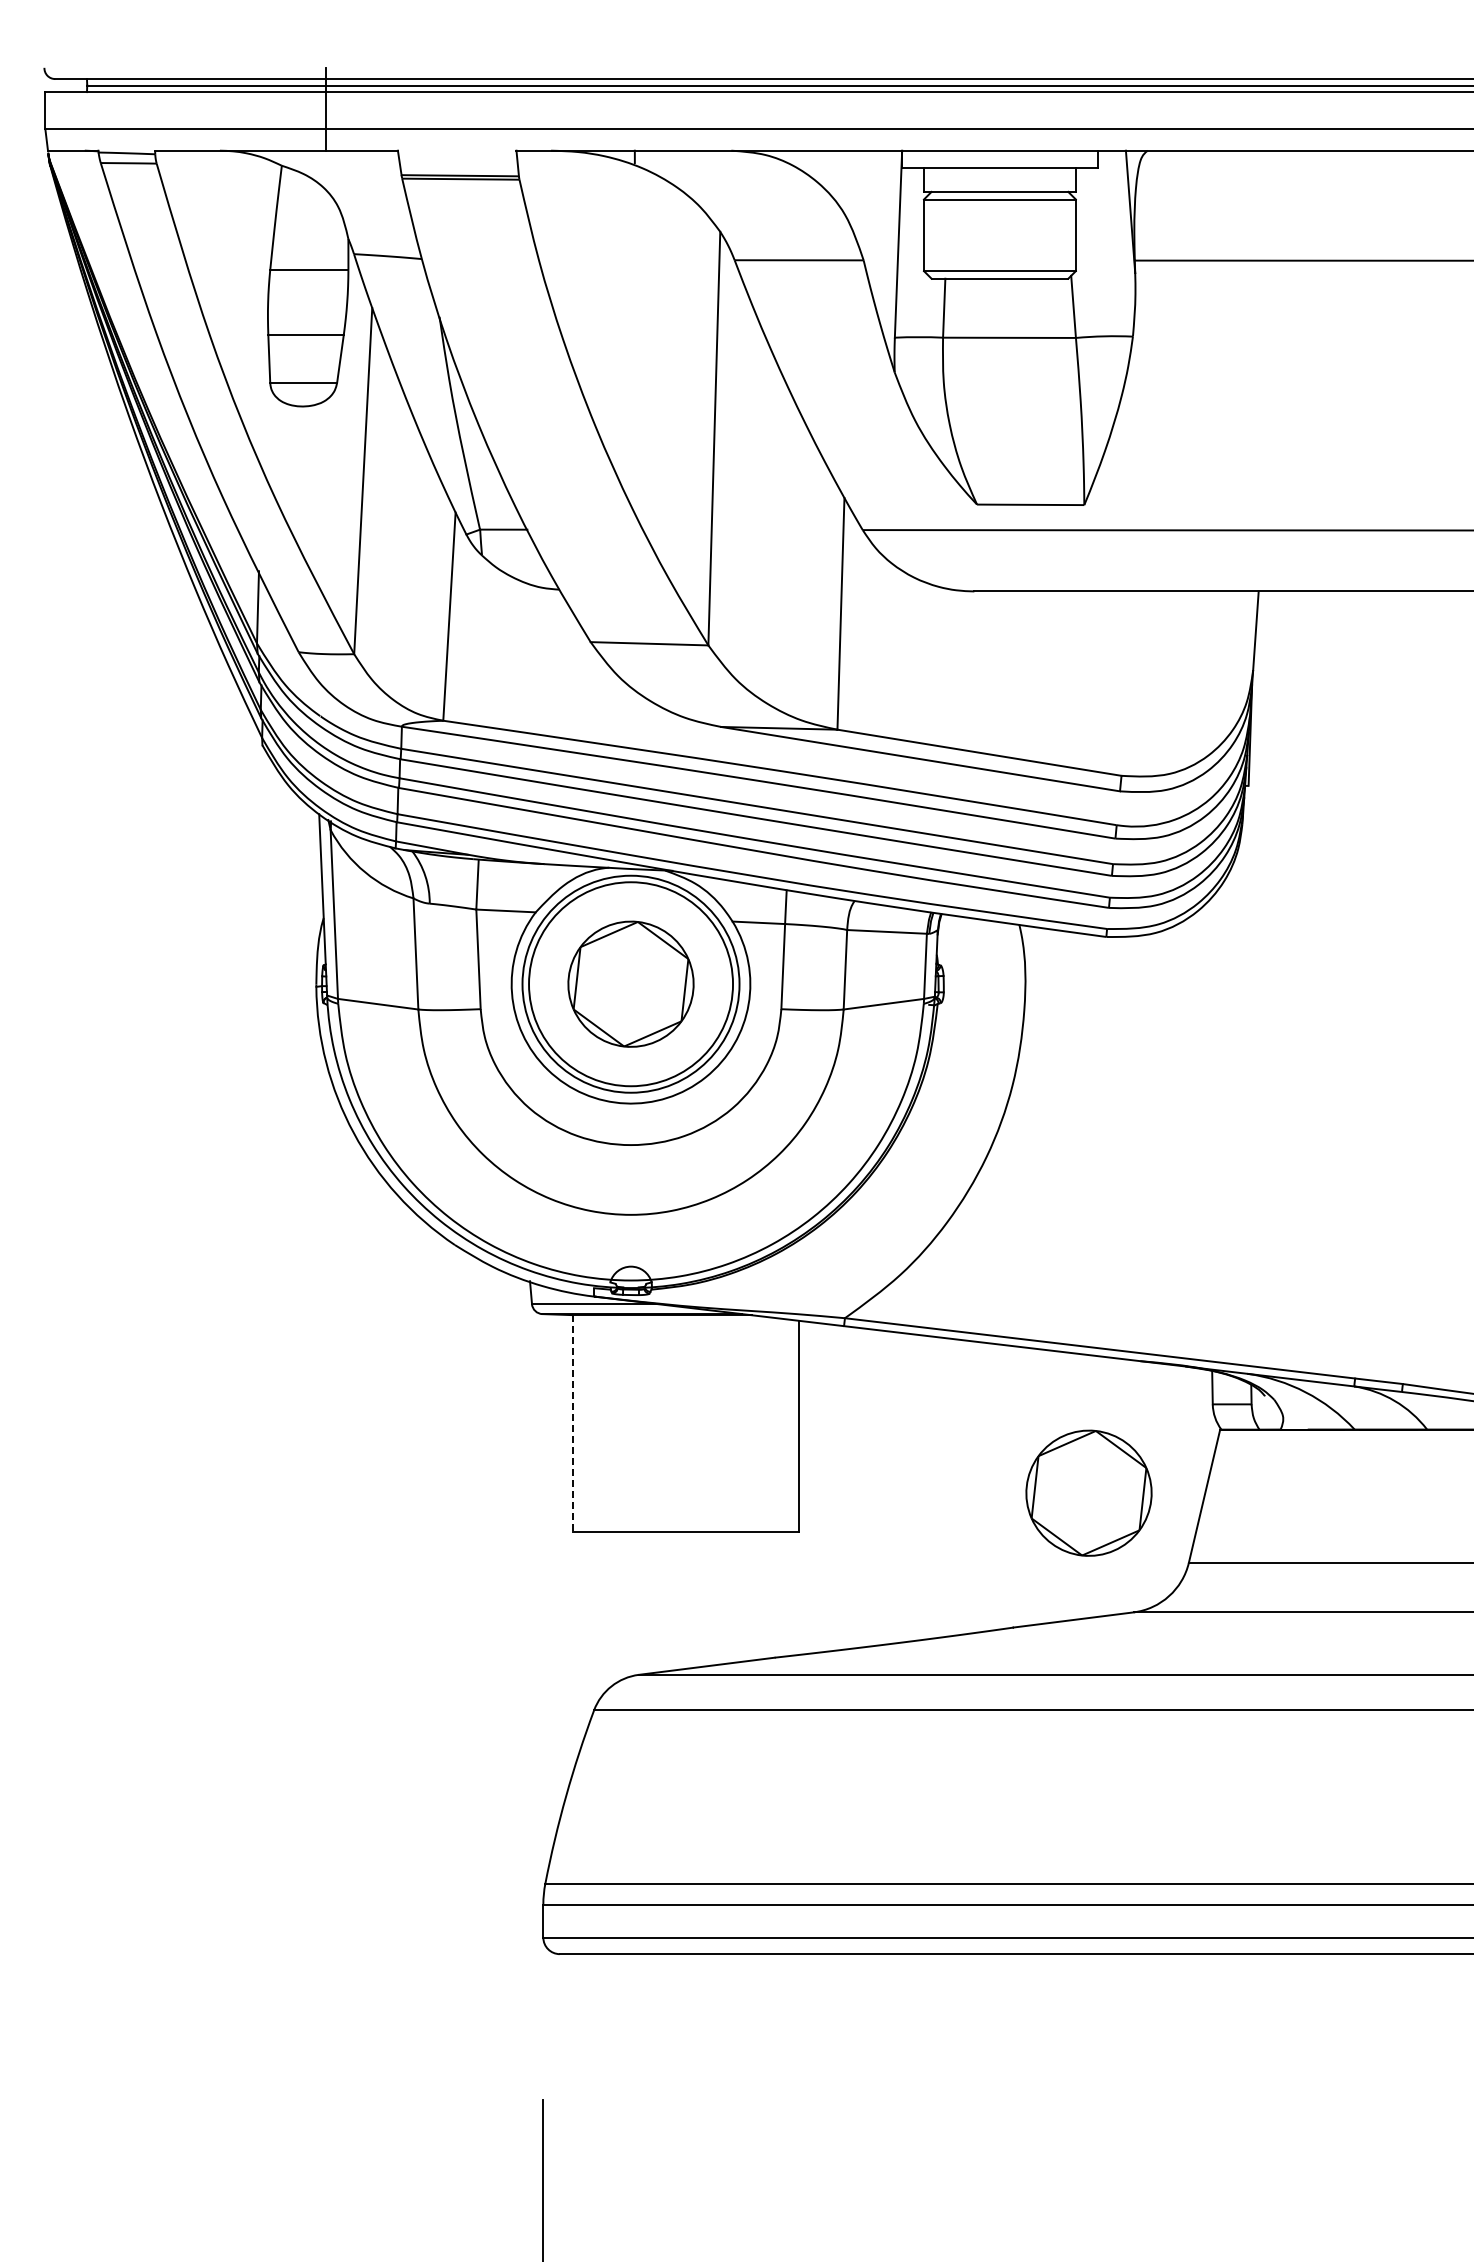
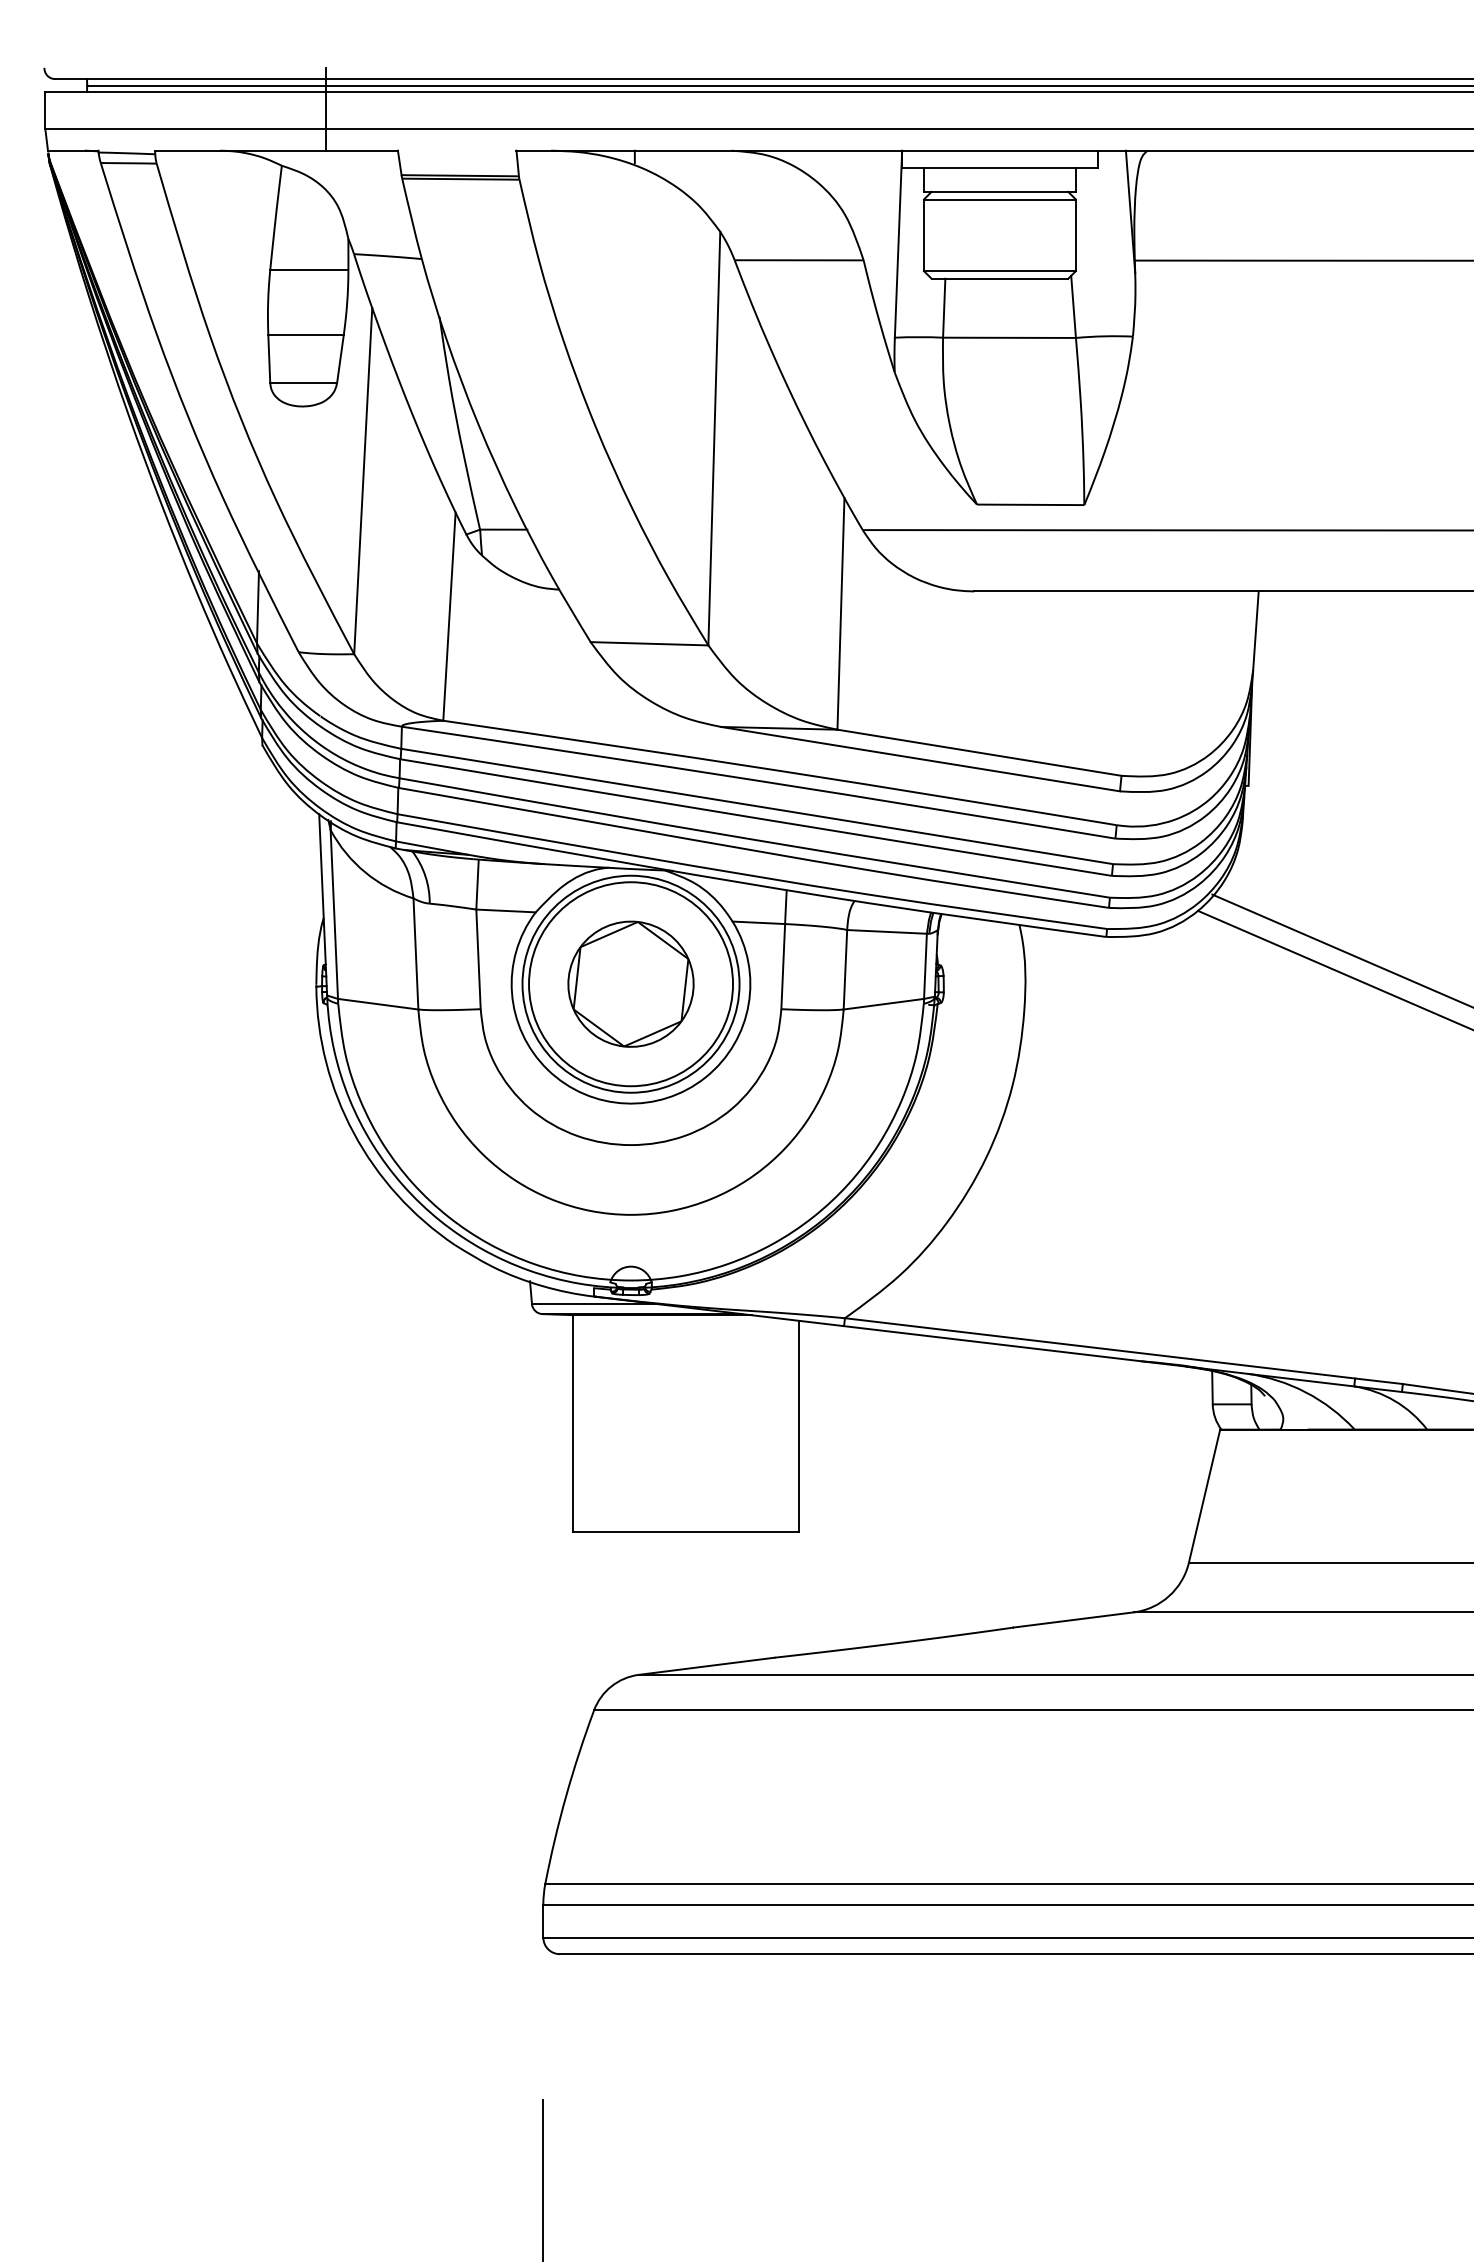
line at (1341, 950): none -> present
line at (1333, 969): none -> present
line at (573, 1423): dashed -> solid
part at (1088, 1492): present -> none
